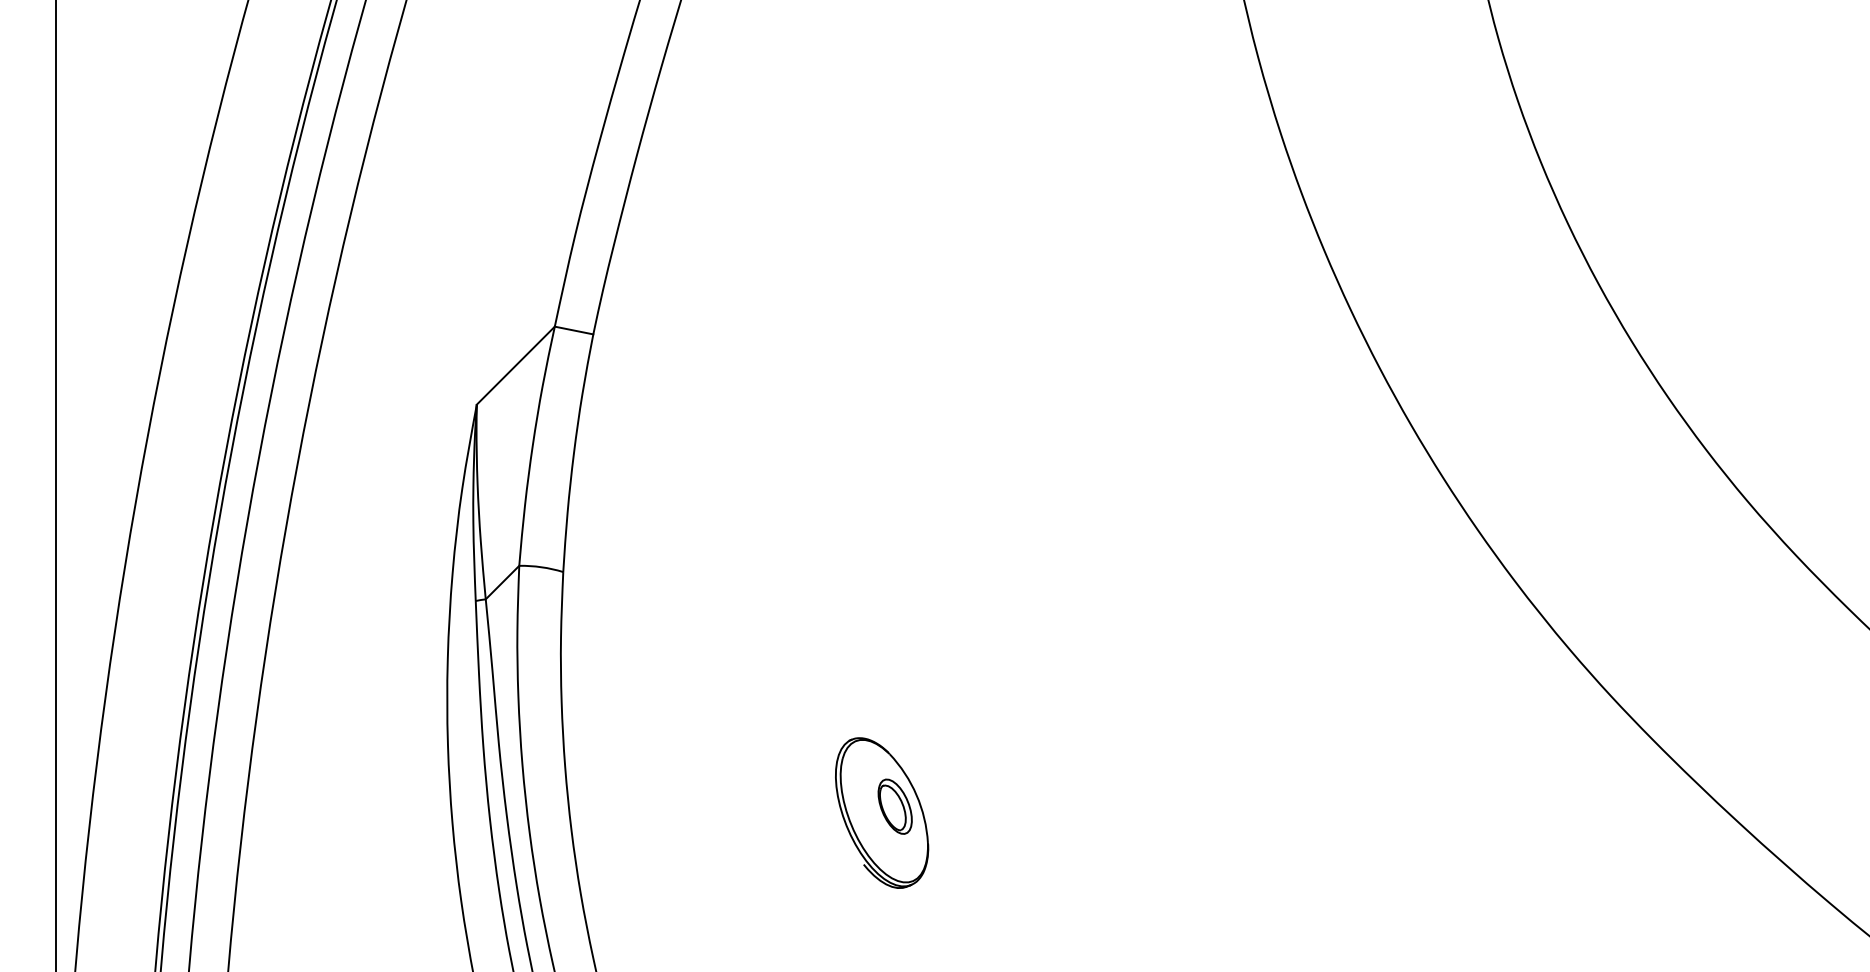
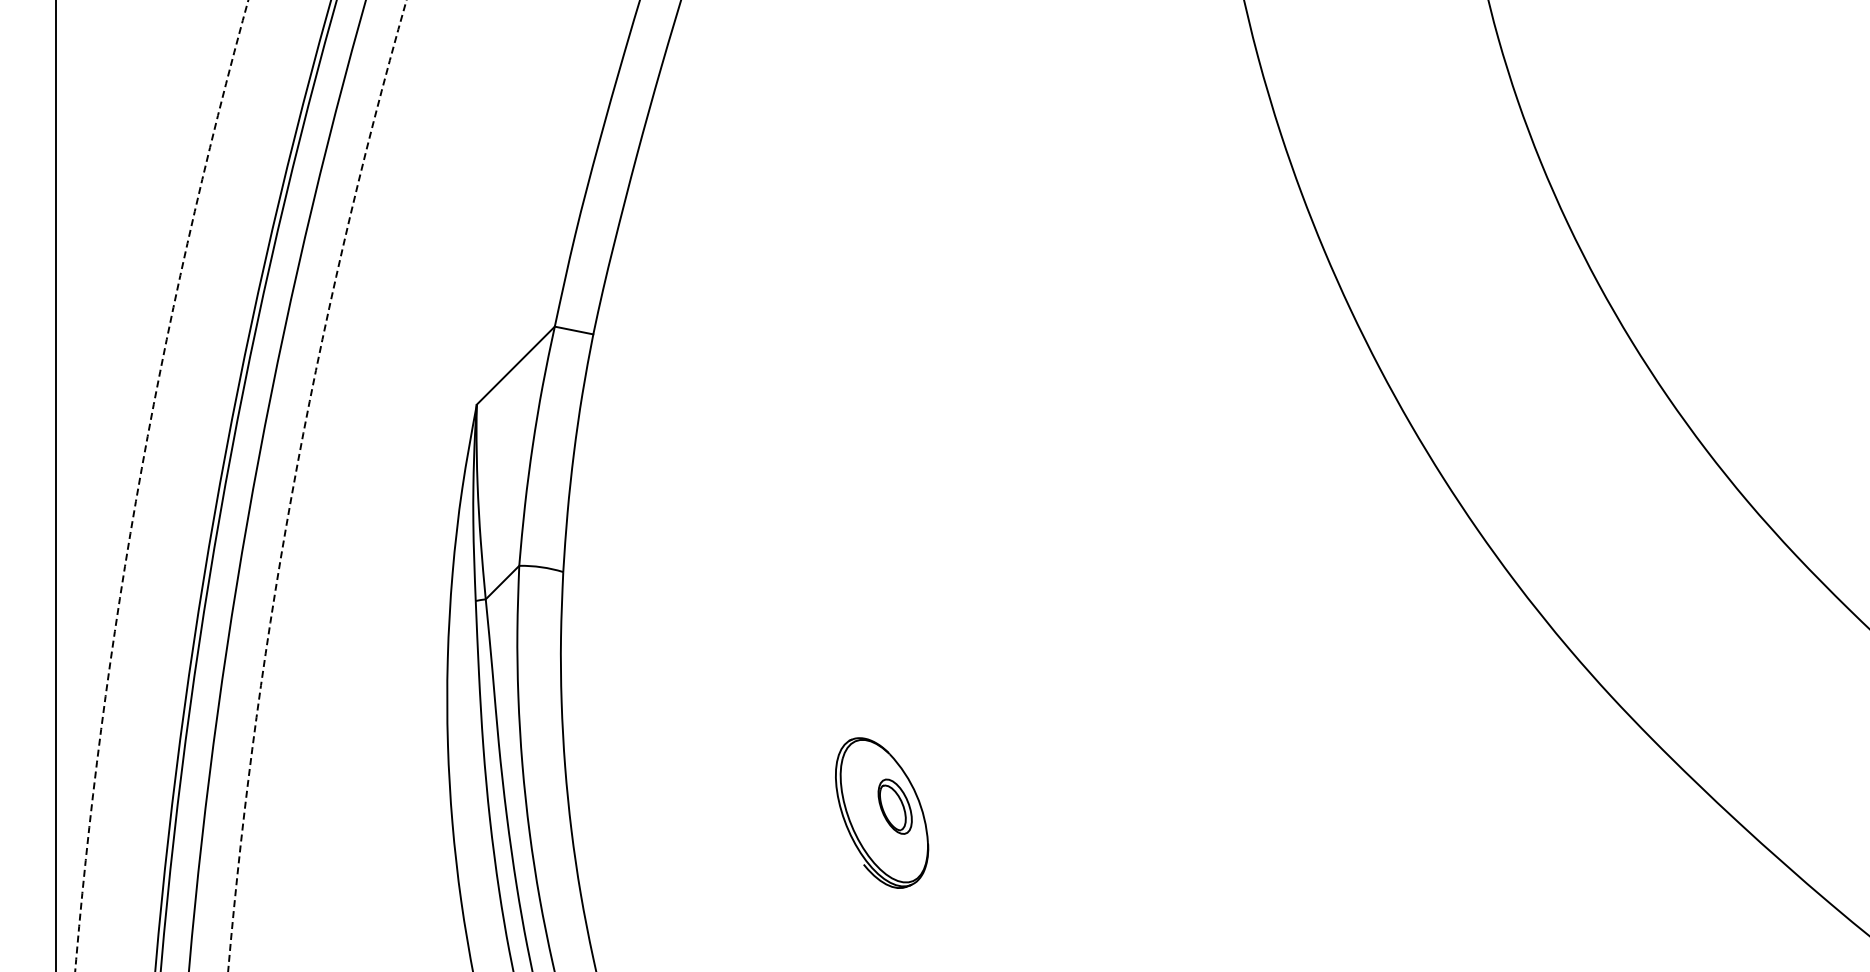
arc at (139, 483): solid -> dashed
arc at (294, 483): solid -> dashed
